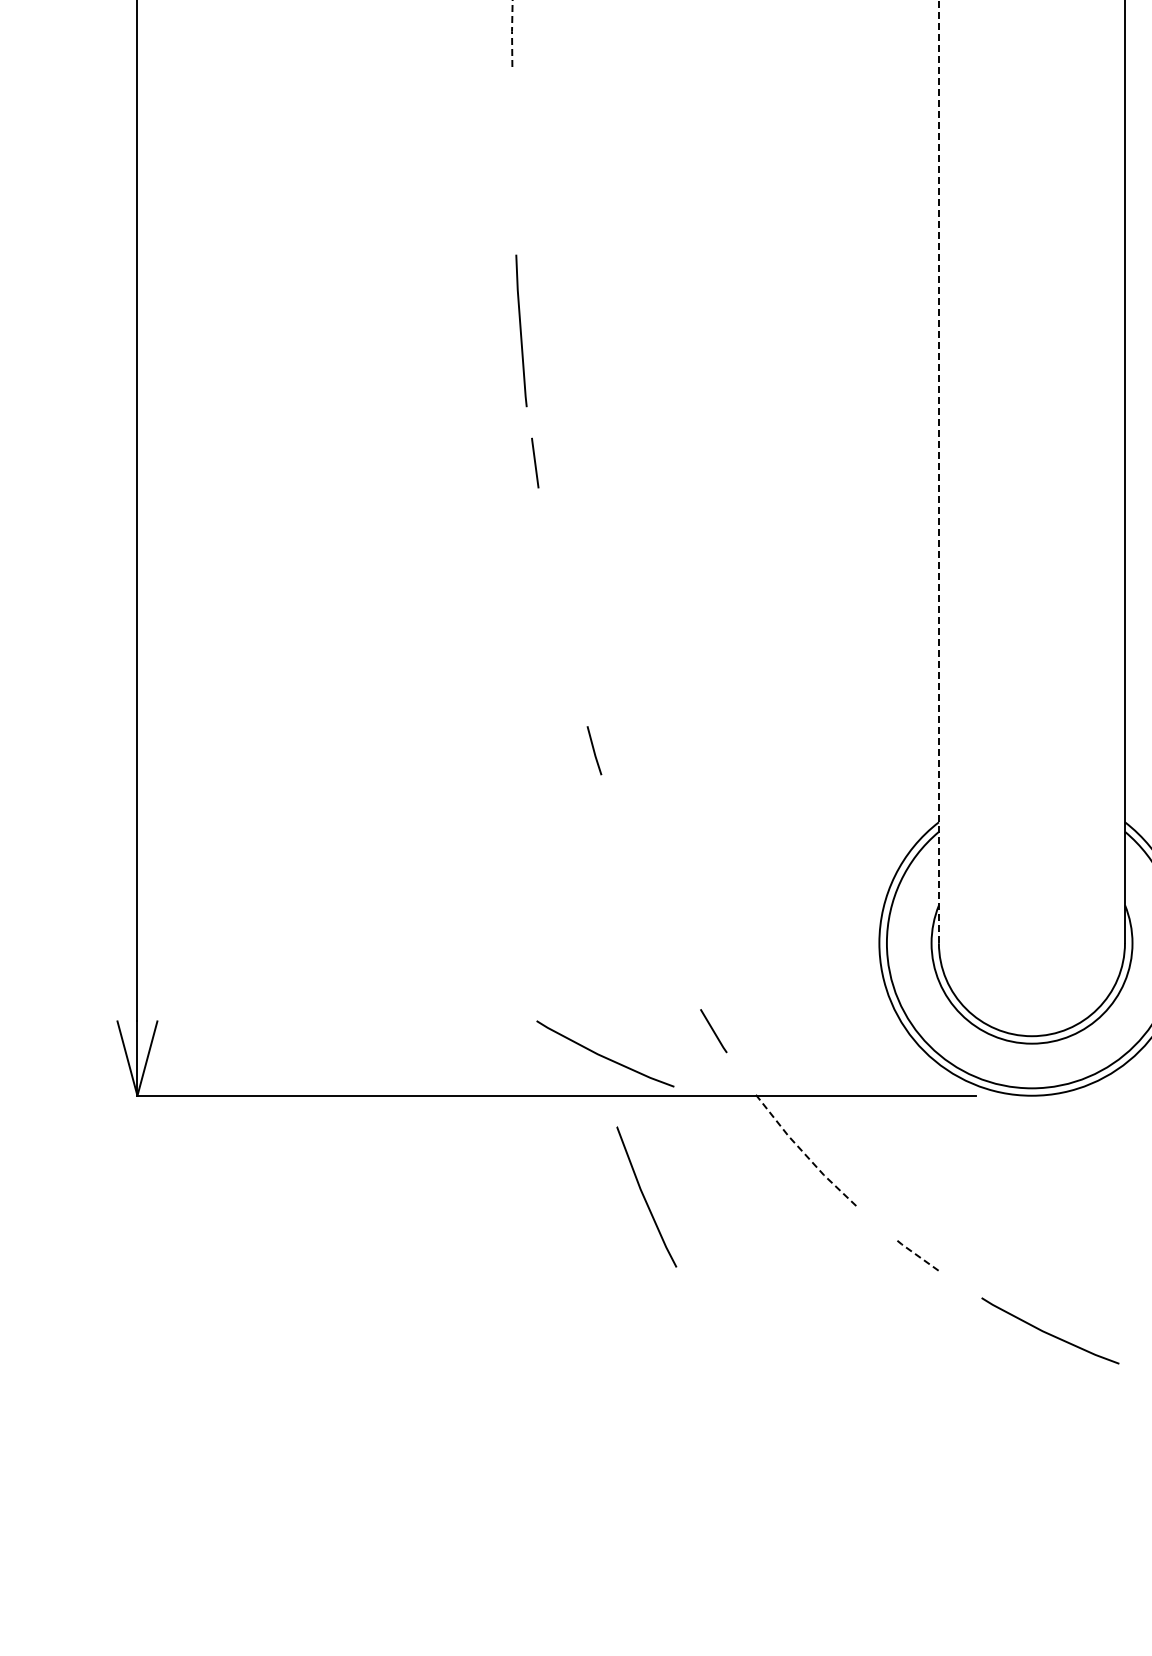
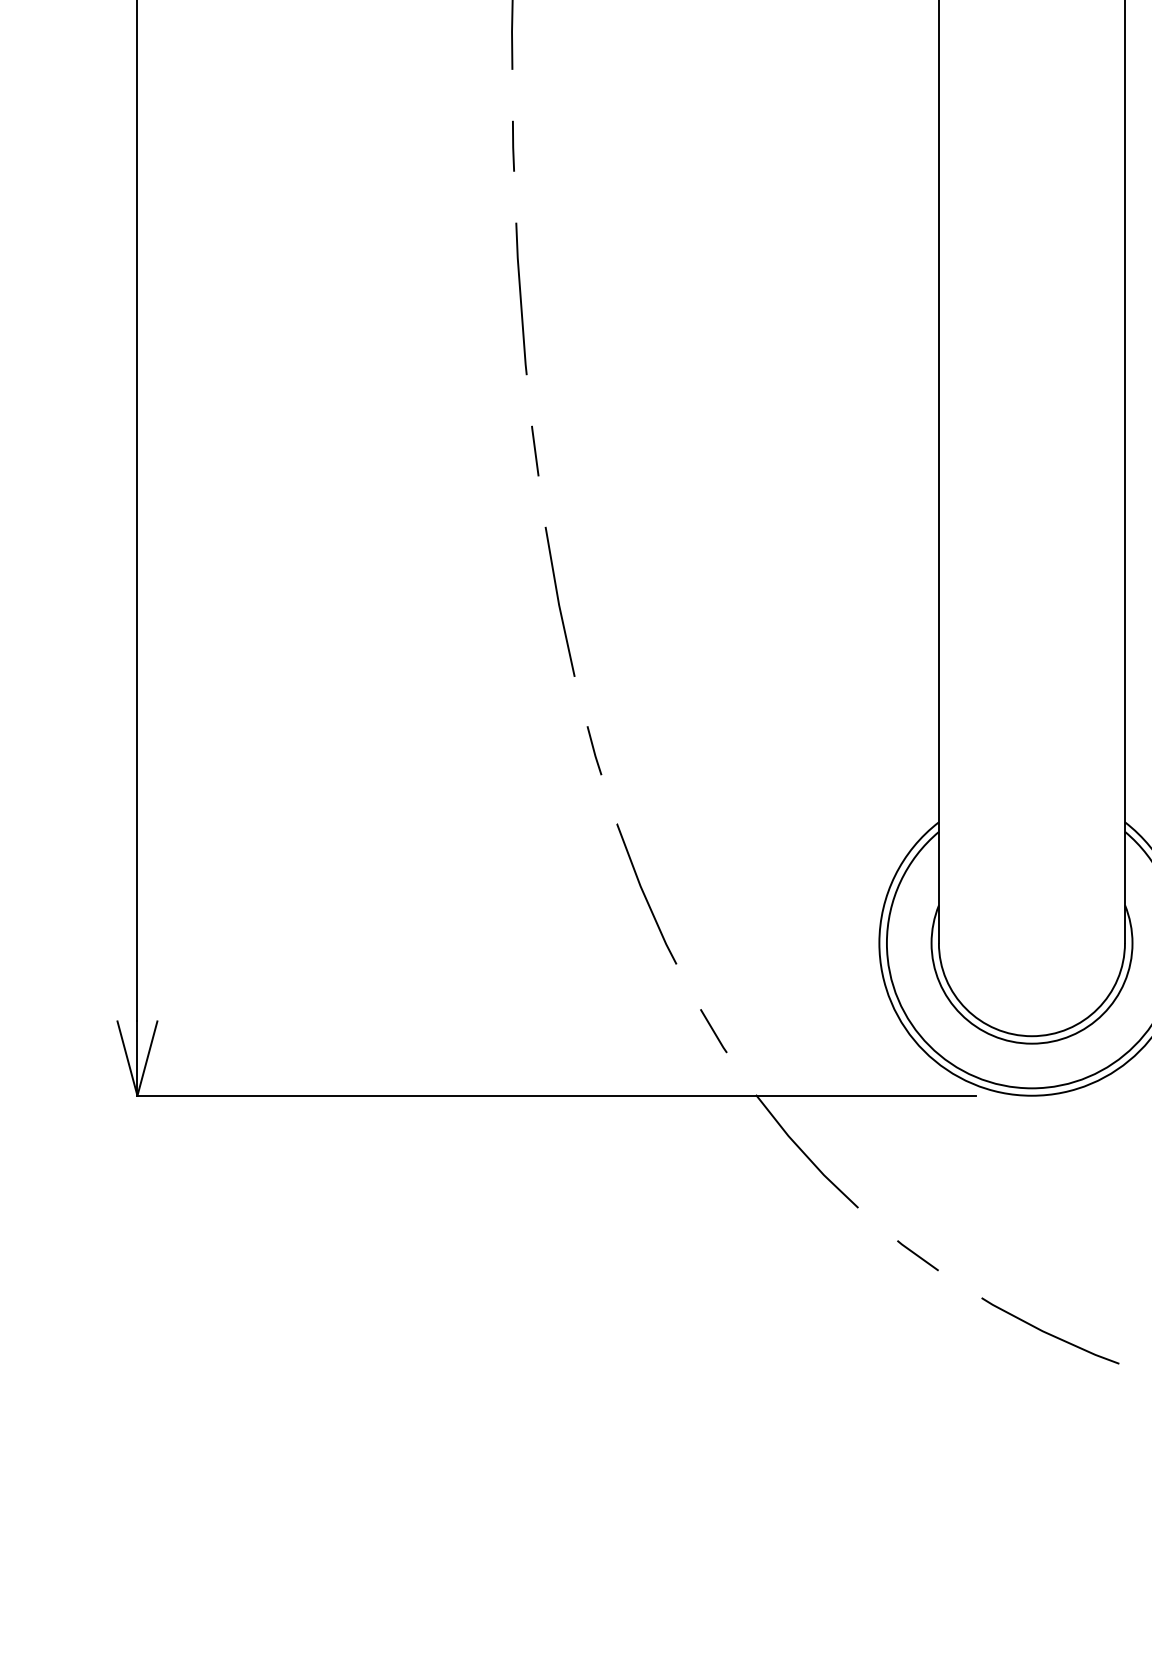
line at (512, 35): dashed -> solid
line at (513, 145): none -> present
line at (521, 330) position: (521, 330) -> (521, 298)
line at (535, 462) position: (535, 462) -> (535, 450)
line at (938, 471): dashed -> solid
line at (559, 601): none -> present
line at (603, 1055): present -> none
line at (804, 1153): dashed -> solid
line at (645, 1197) position: (645, 1197) -> (645, 894)
line at (917, 1255): dashed -> solid
